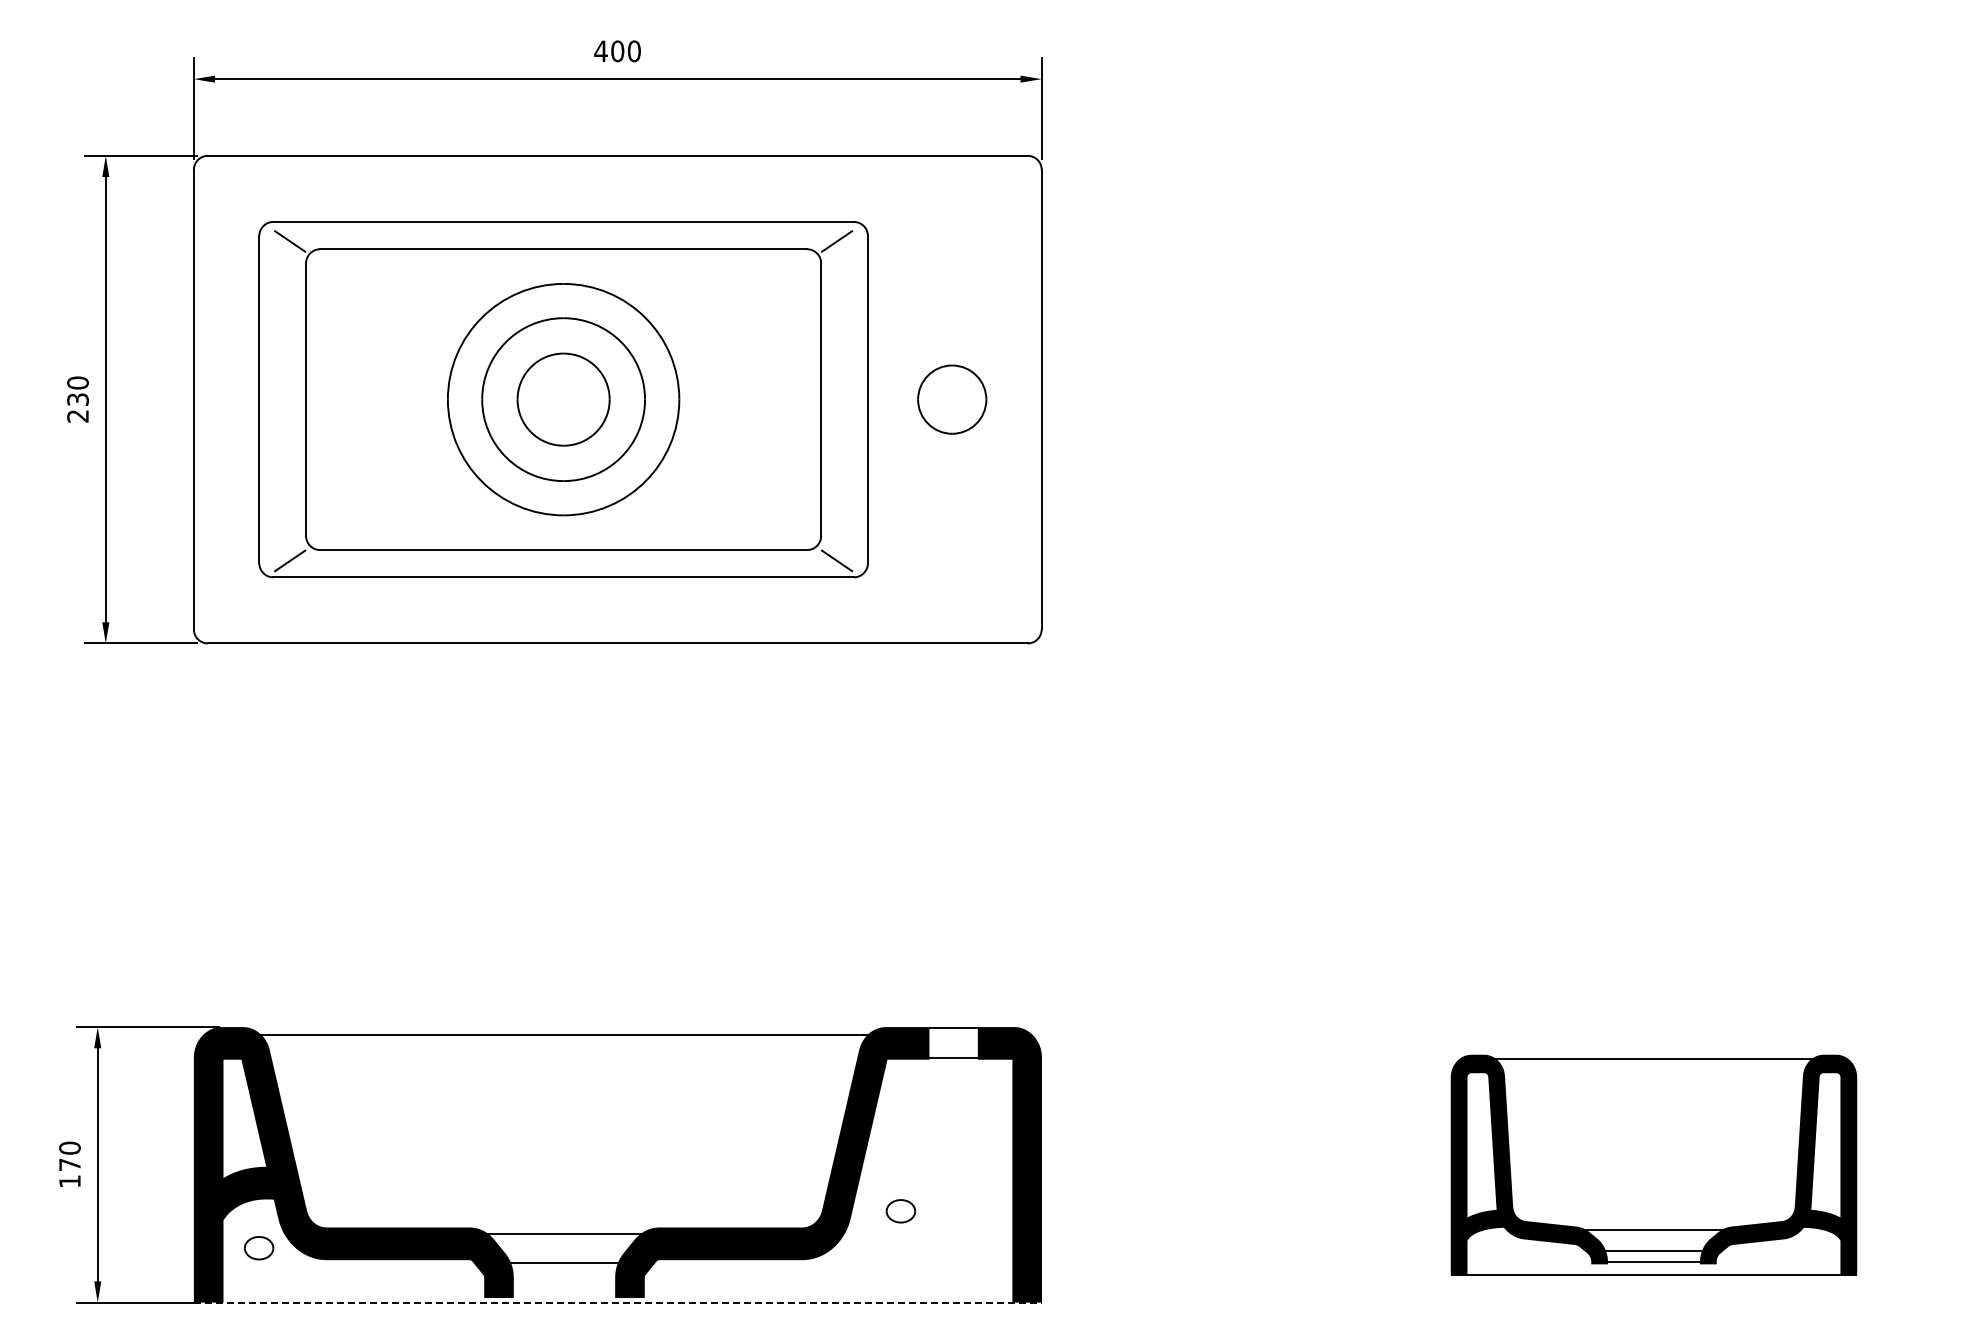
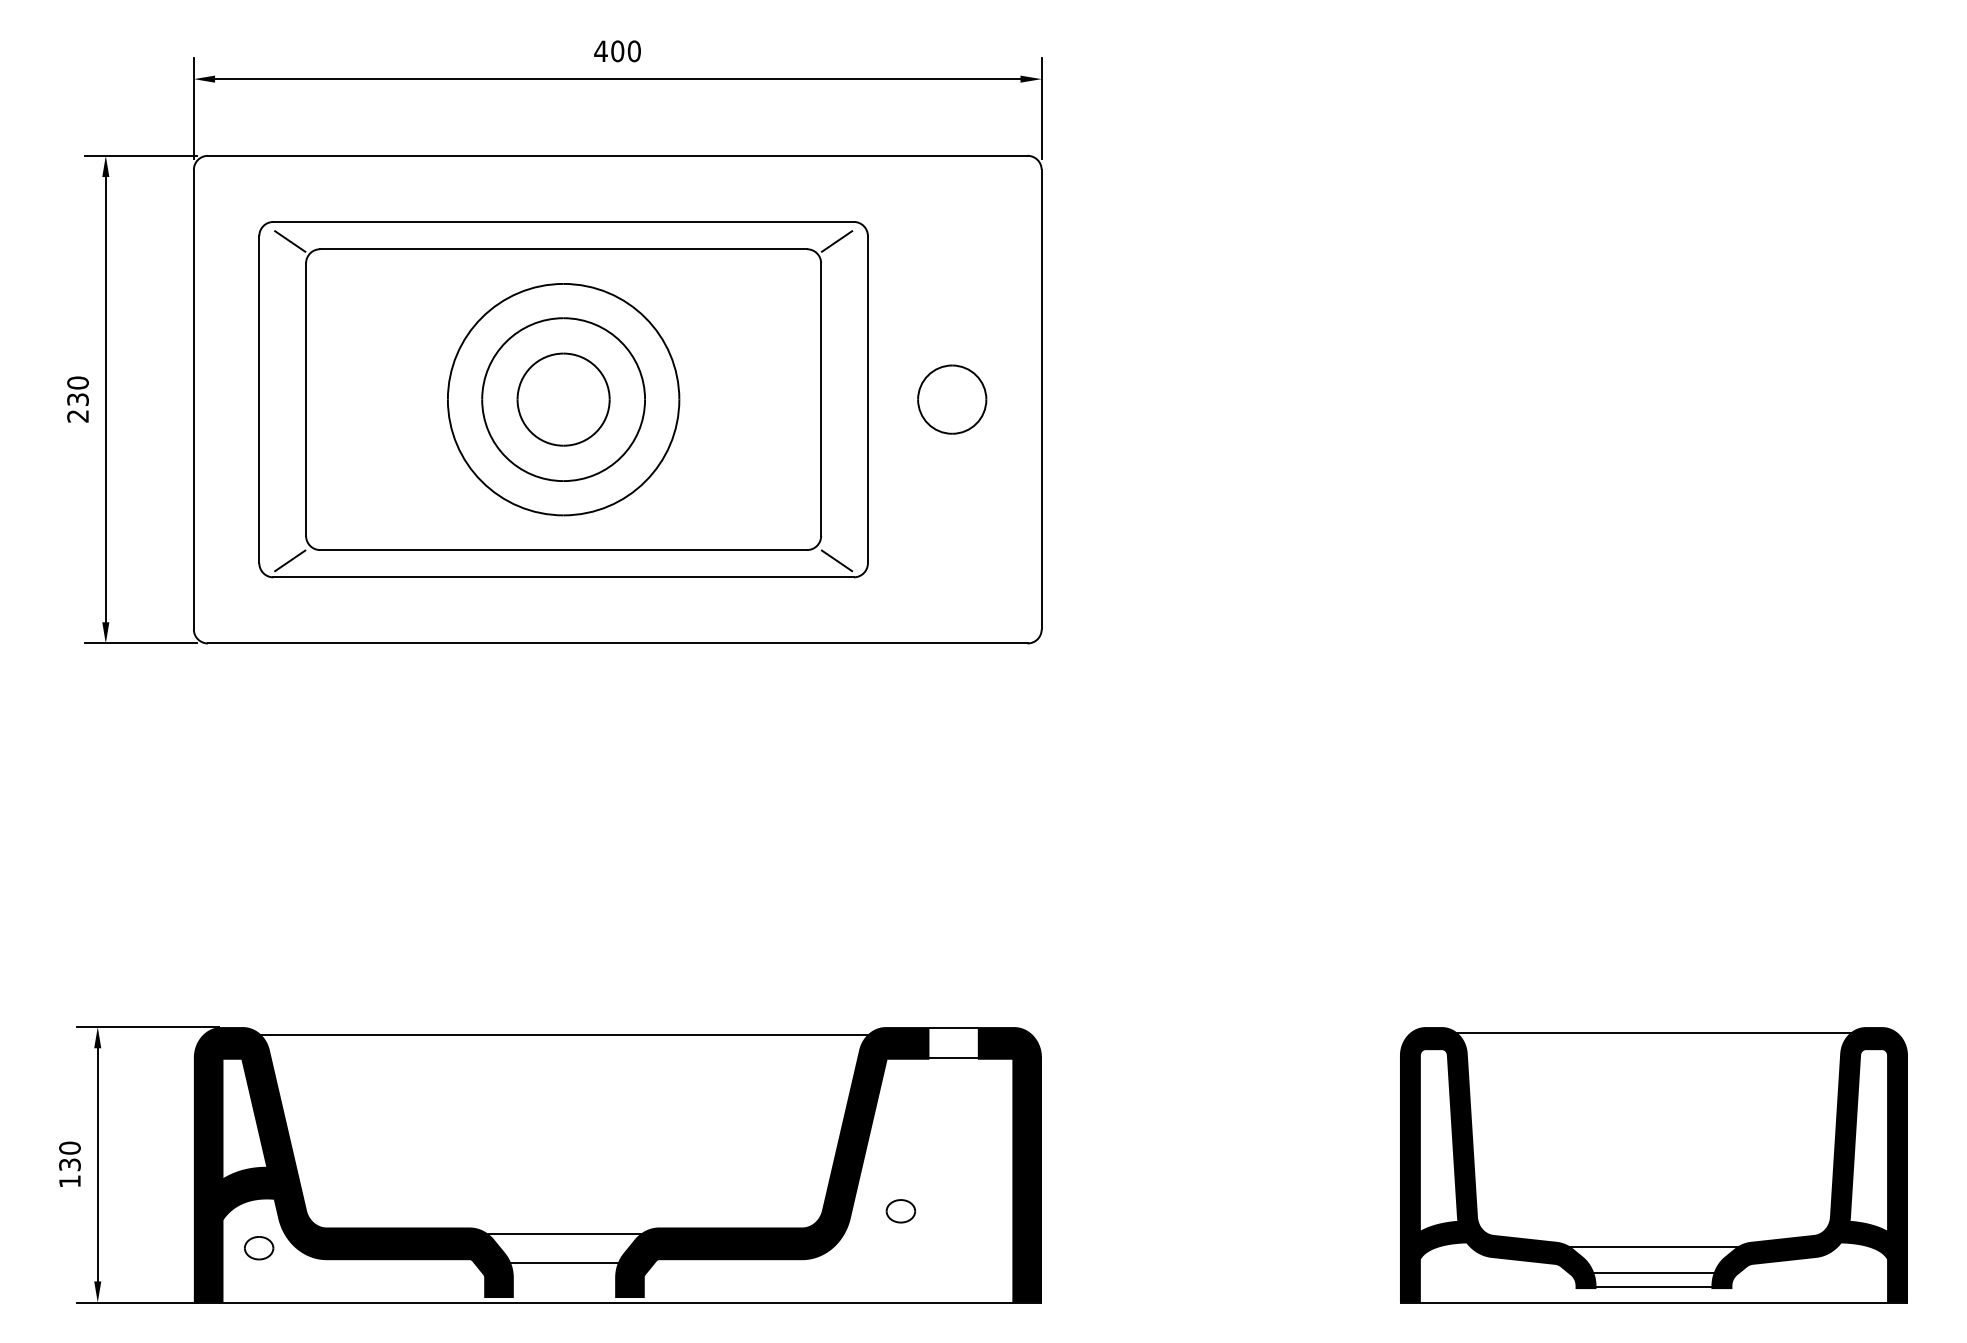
text at (69, 1164): 170 -> 130
part at (1653, 1164) size: 408x222 px -> 508x277 px
line at (618, 1302): dashed -> solid
